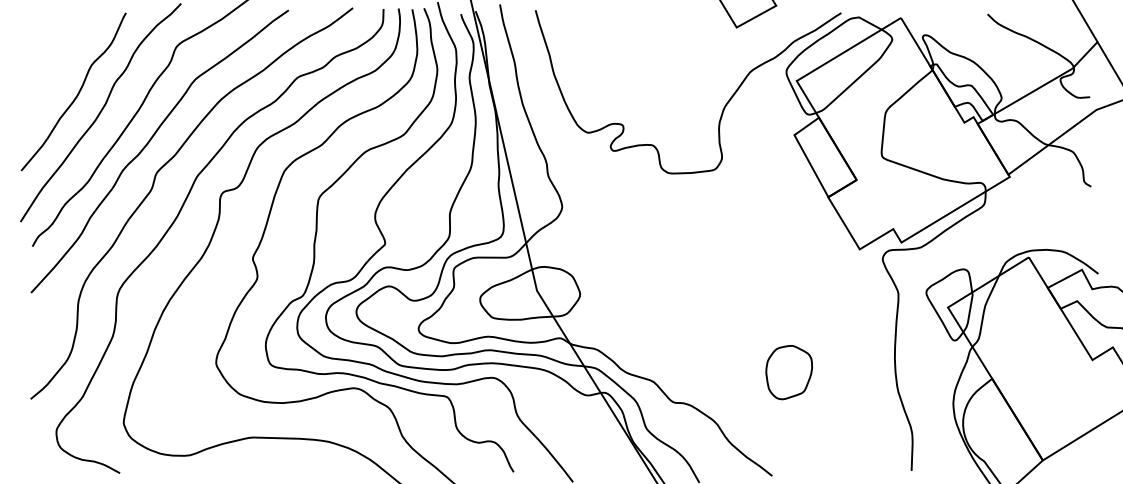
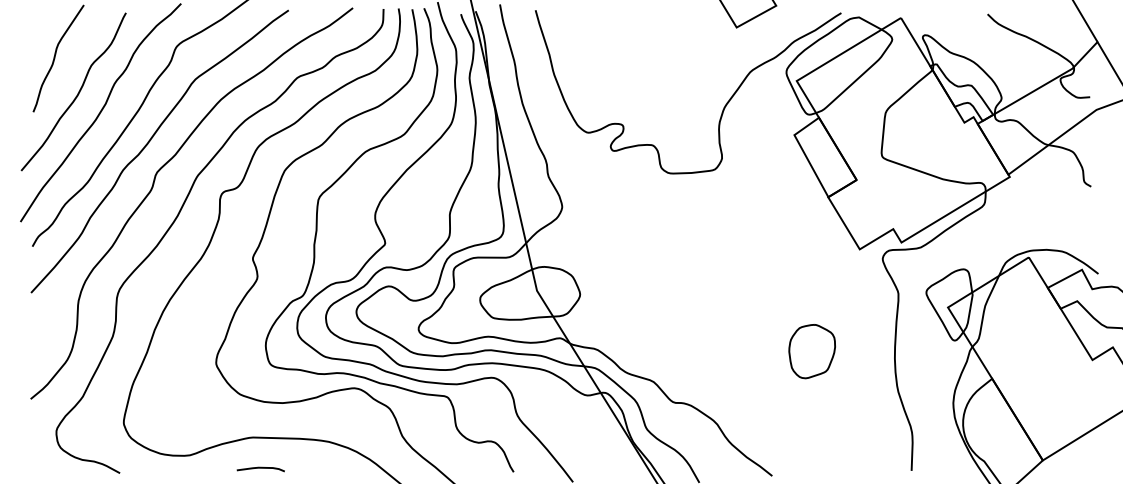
curve at (55, 58): none -> present
part at (788, 372) position: (788, 372) -> (811, 351)
curve at (260, 468): none -> present
